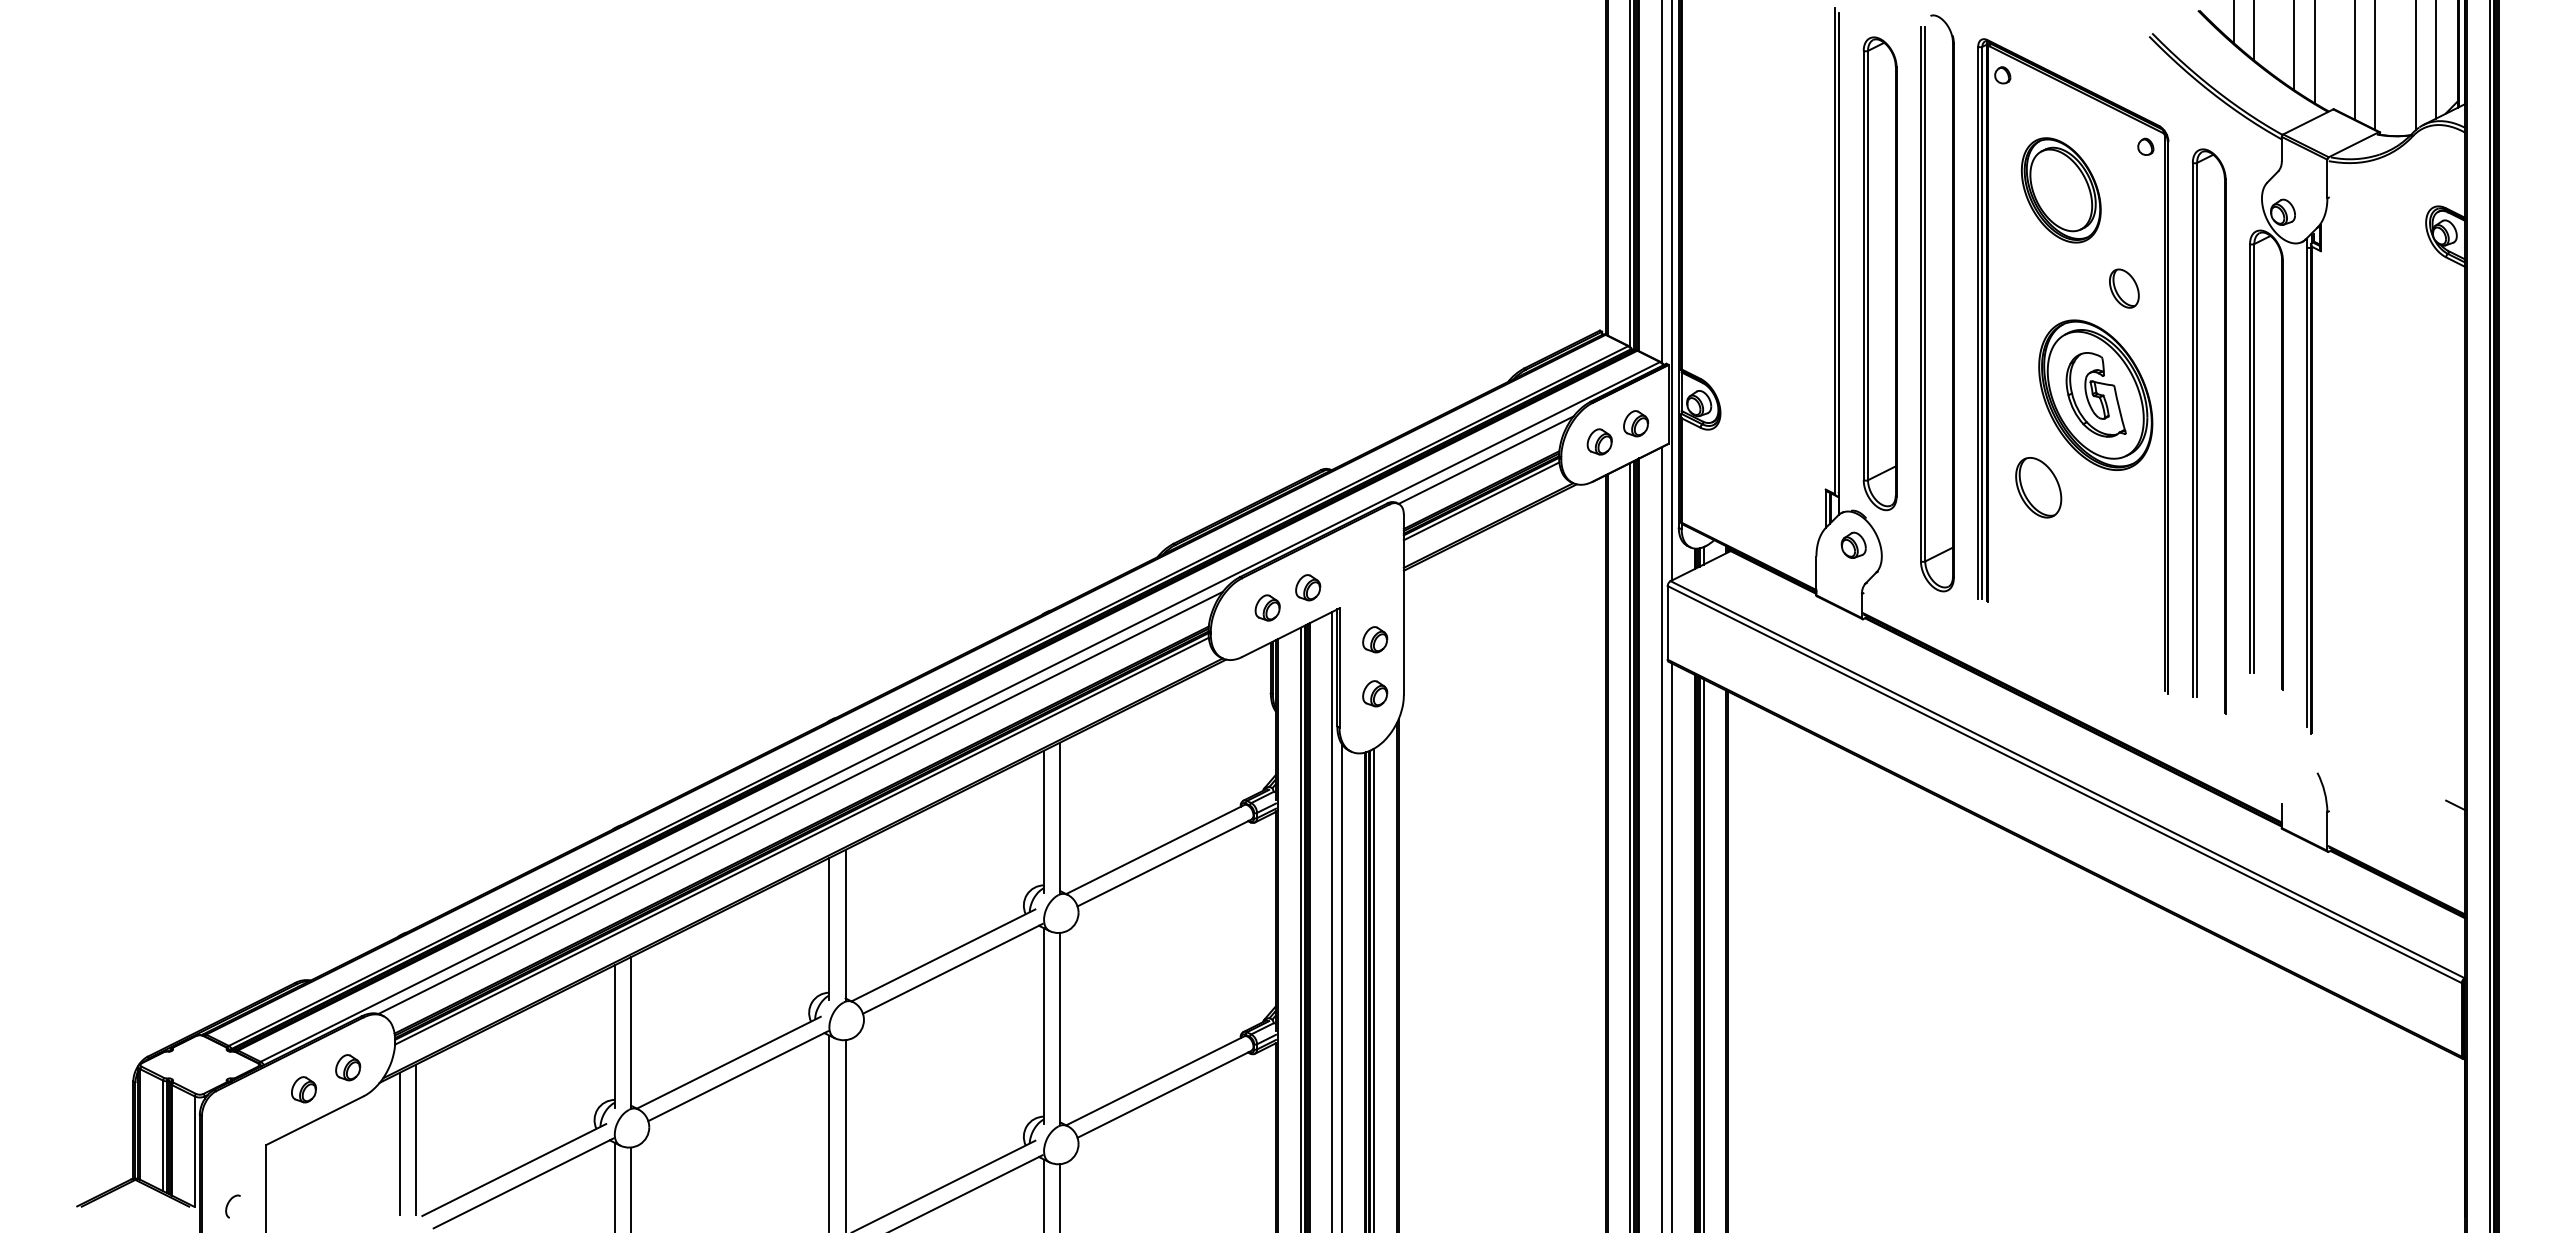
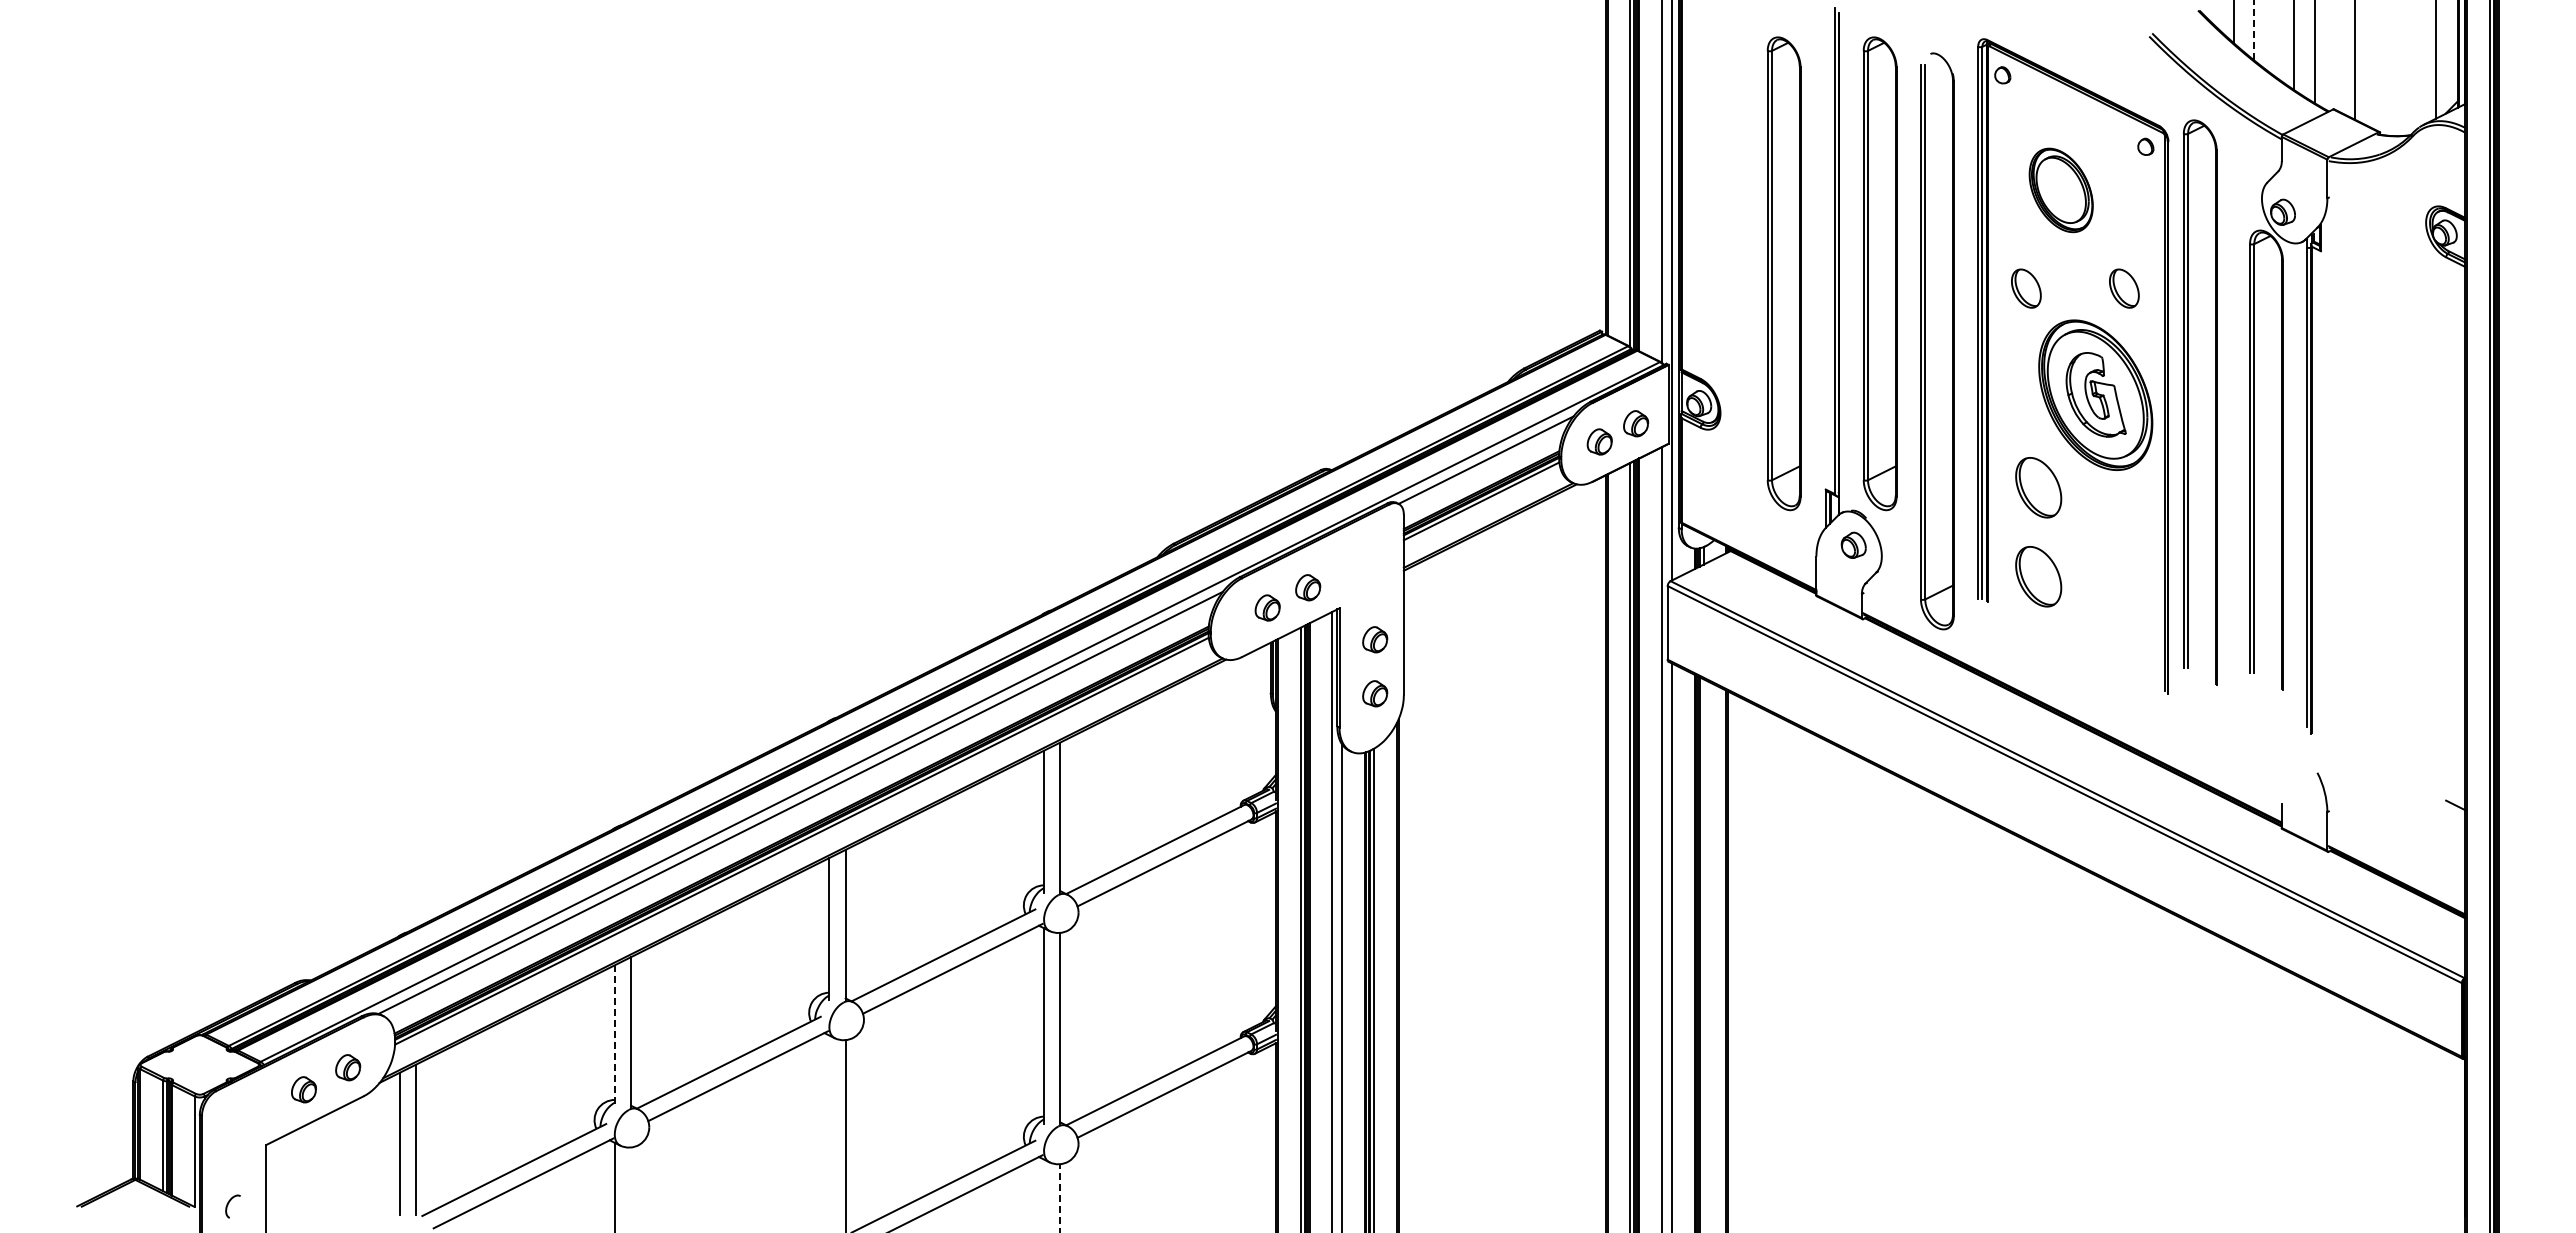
line at (2253, 30): solid -> dashed
line at (2375, 65): present -> none
line at (2415, 66): present -> none
part at (2060, 190) size: 82x107 px -> 66x87 px
part at (1783, 273): none -> present
part at (2026, 288): none -> present
part at (1925, 303) position: (1925, 303) -> (1925, 341)
part at (2197, 431) position: (2197, 431) -> (2188, 402)
part at (2038, 576): none -> present
line at (1703, 954): present -> none
line at (614, 1036): solid -> dashed
line at (829, 1132): present -> none
line at (631, 1188): present -> none
line at (1044, 1194): present -> none
line at (1060, 1198): solid -> dashed
